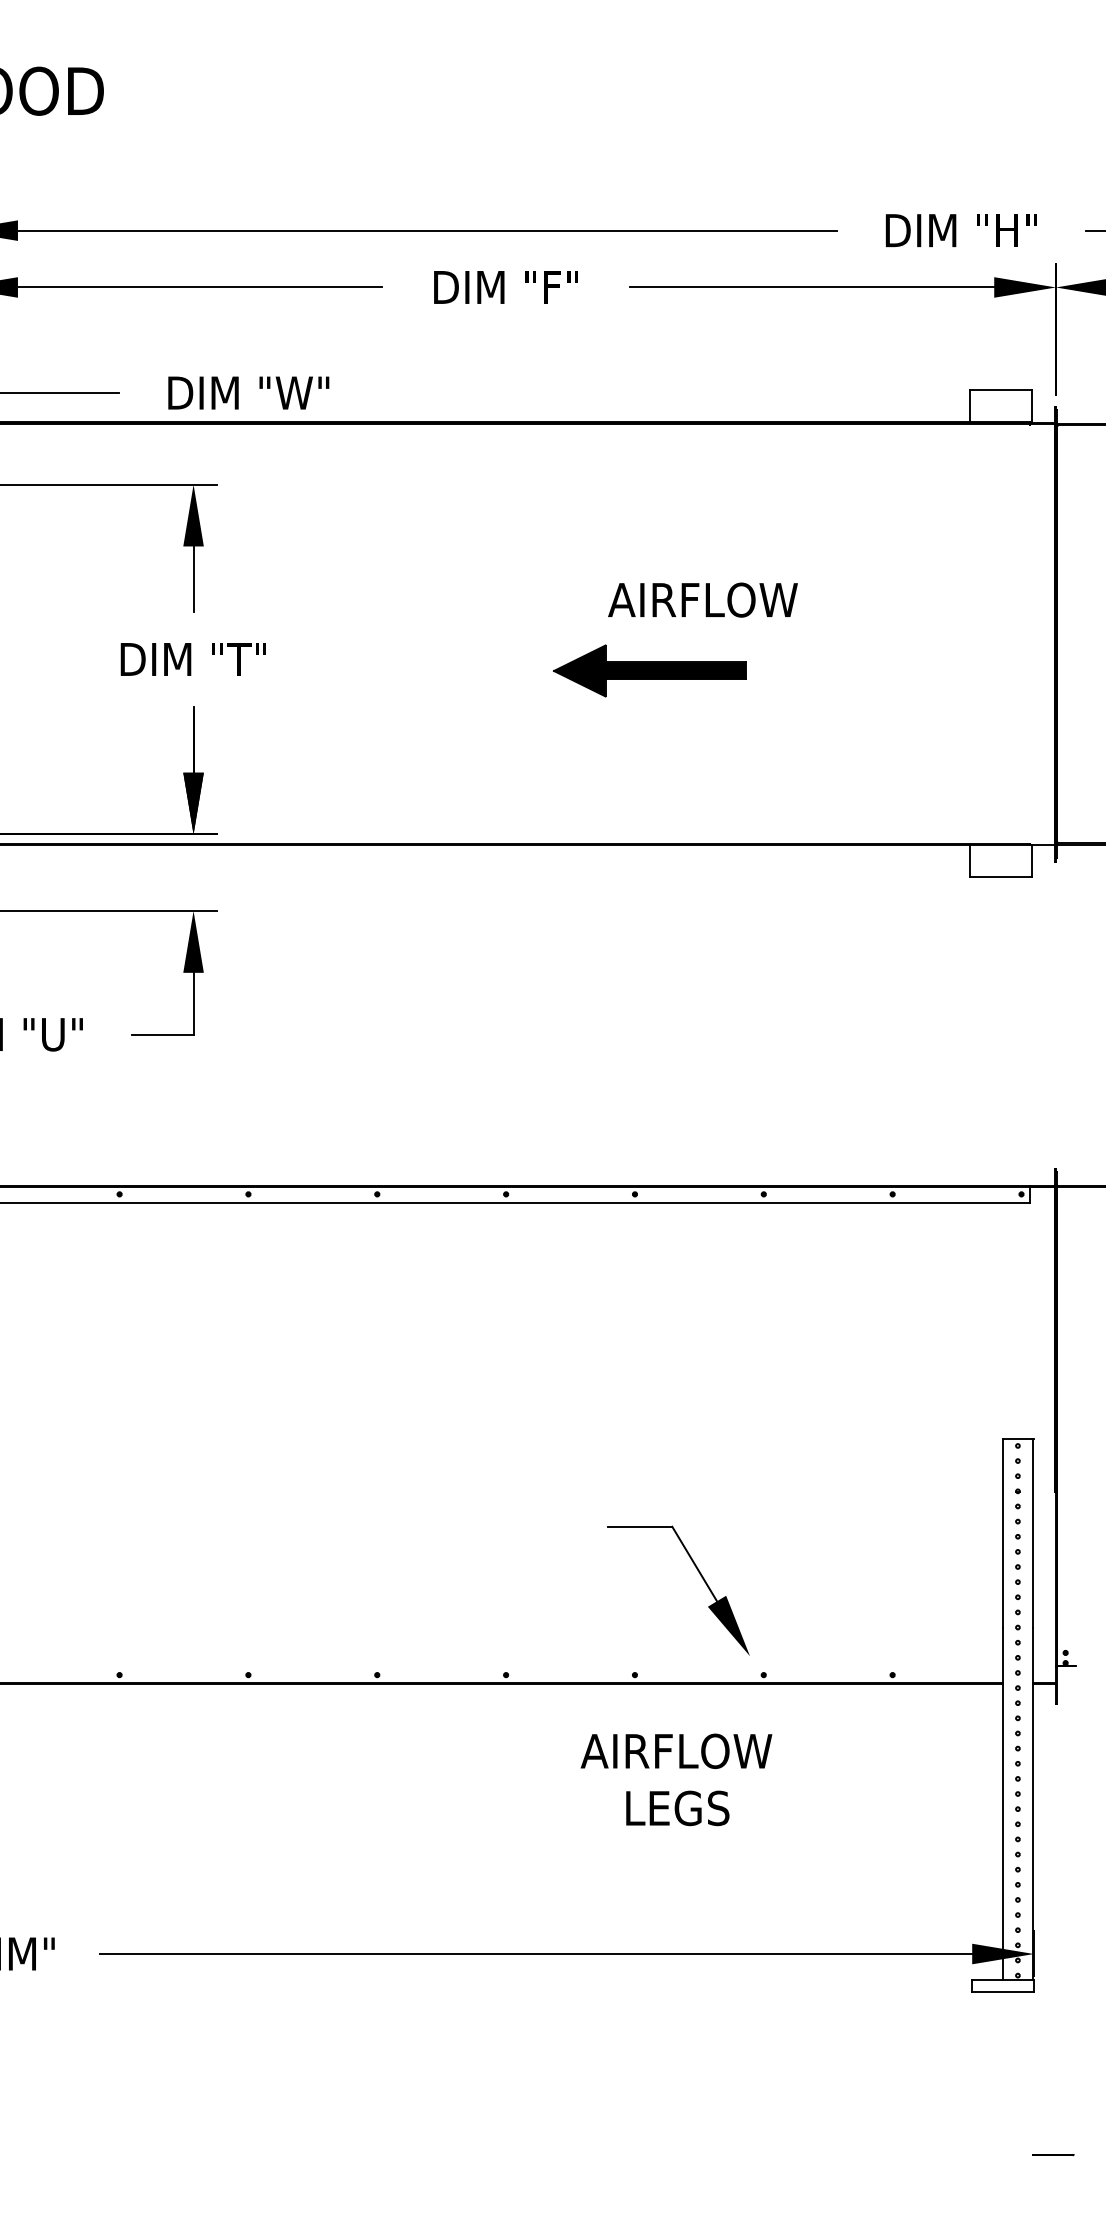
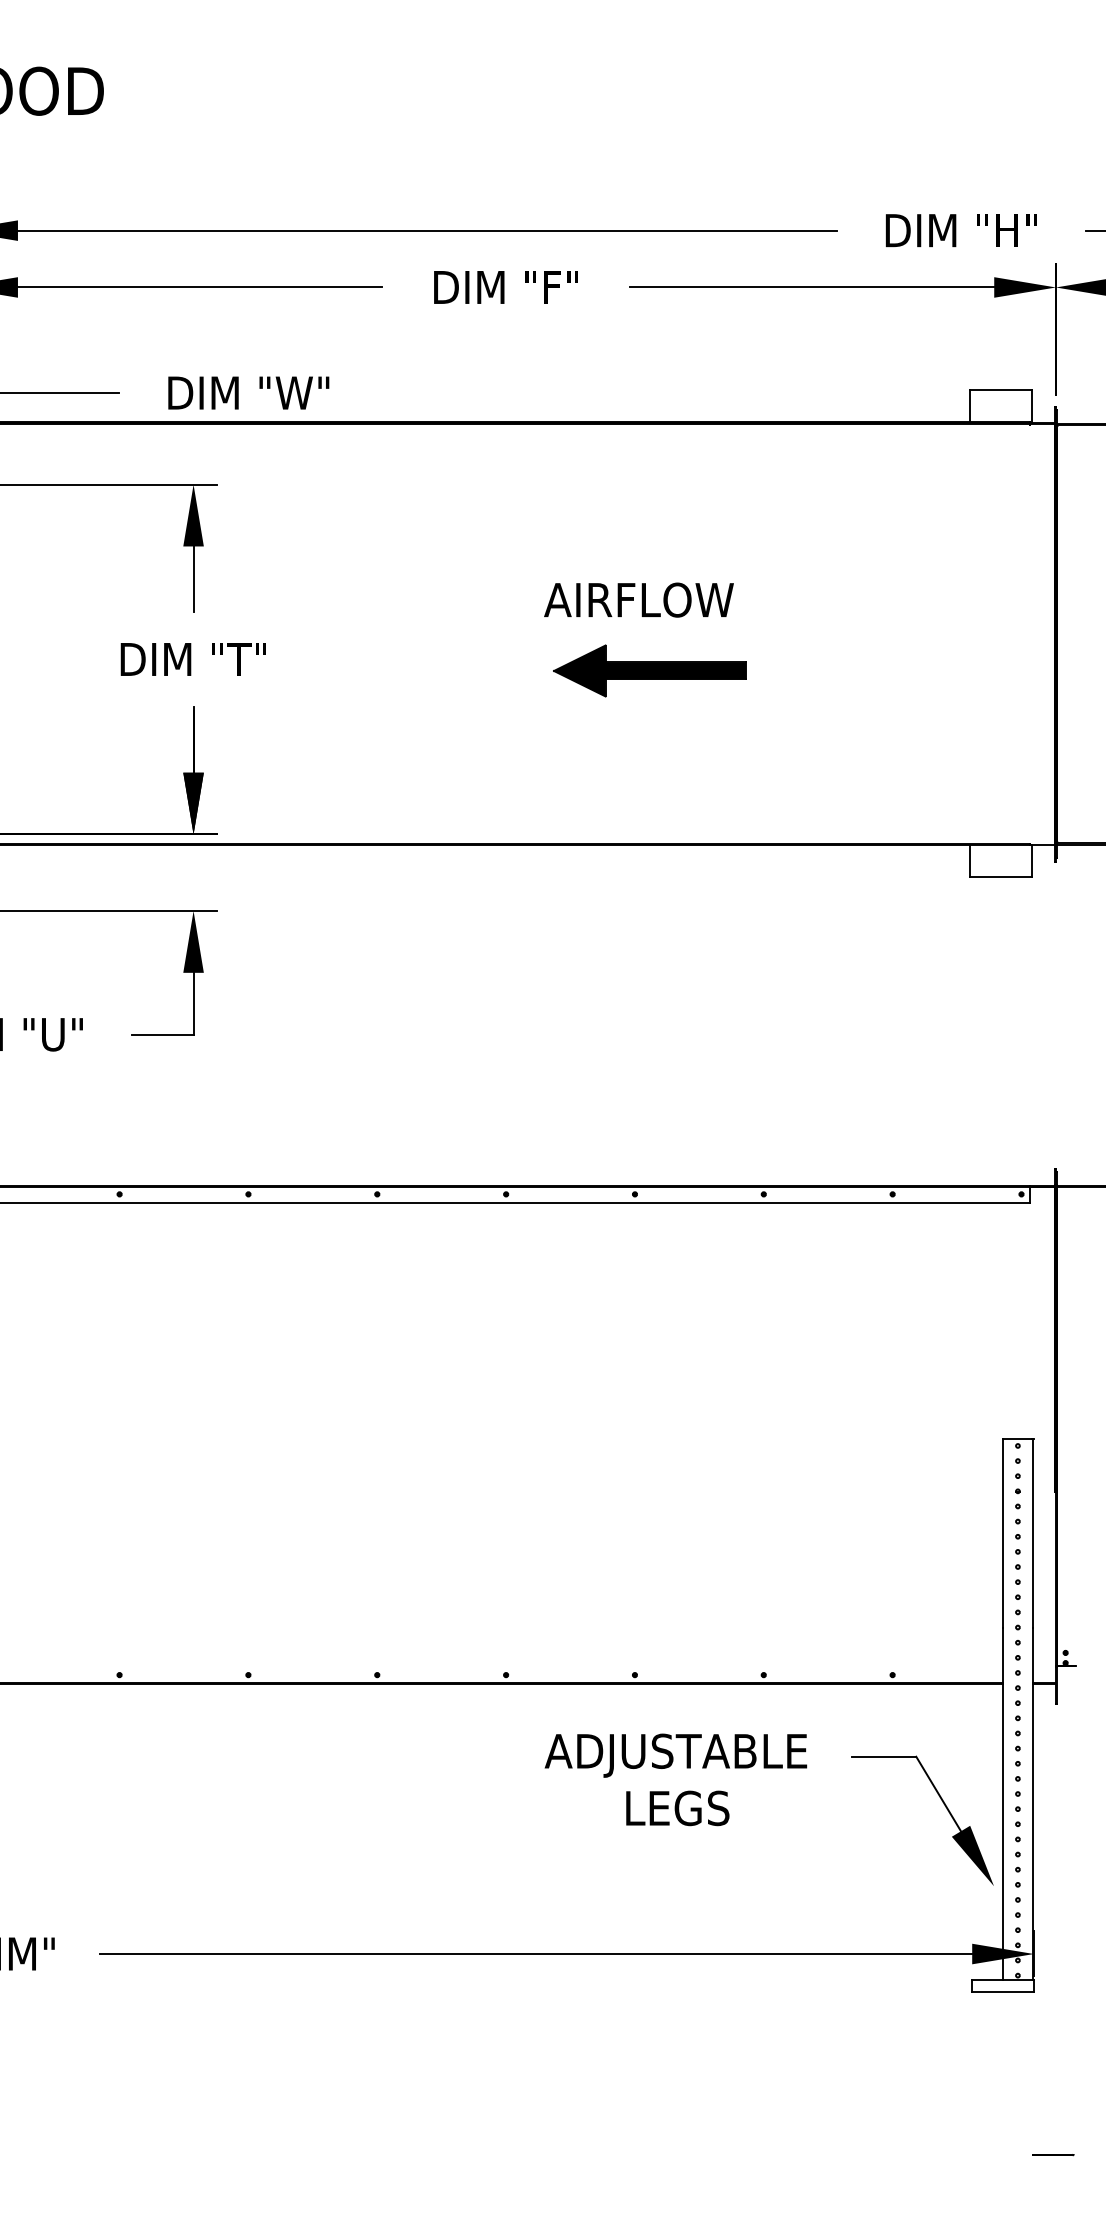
text at (702, 599) position: (702, 599) -> (638, 599)
part at (699, 1574) position: (699, 1574) -> (943, 1804)
text at (675, 1755): AIRFLOW -> ADJUSTABLE
